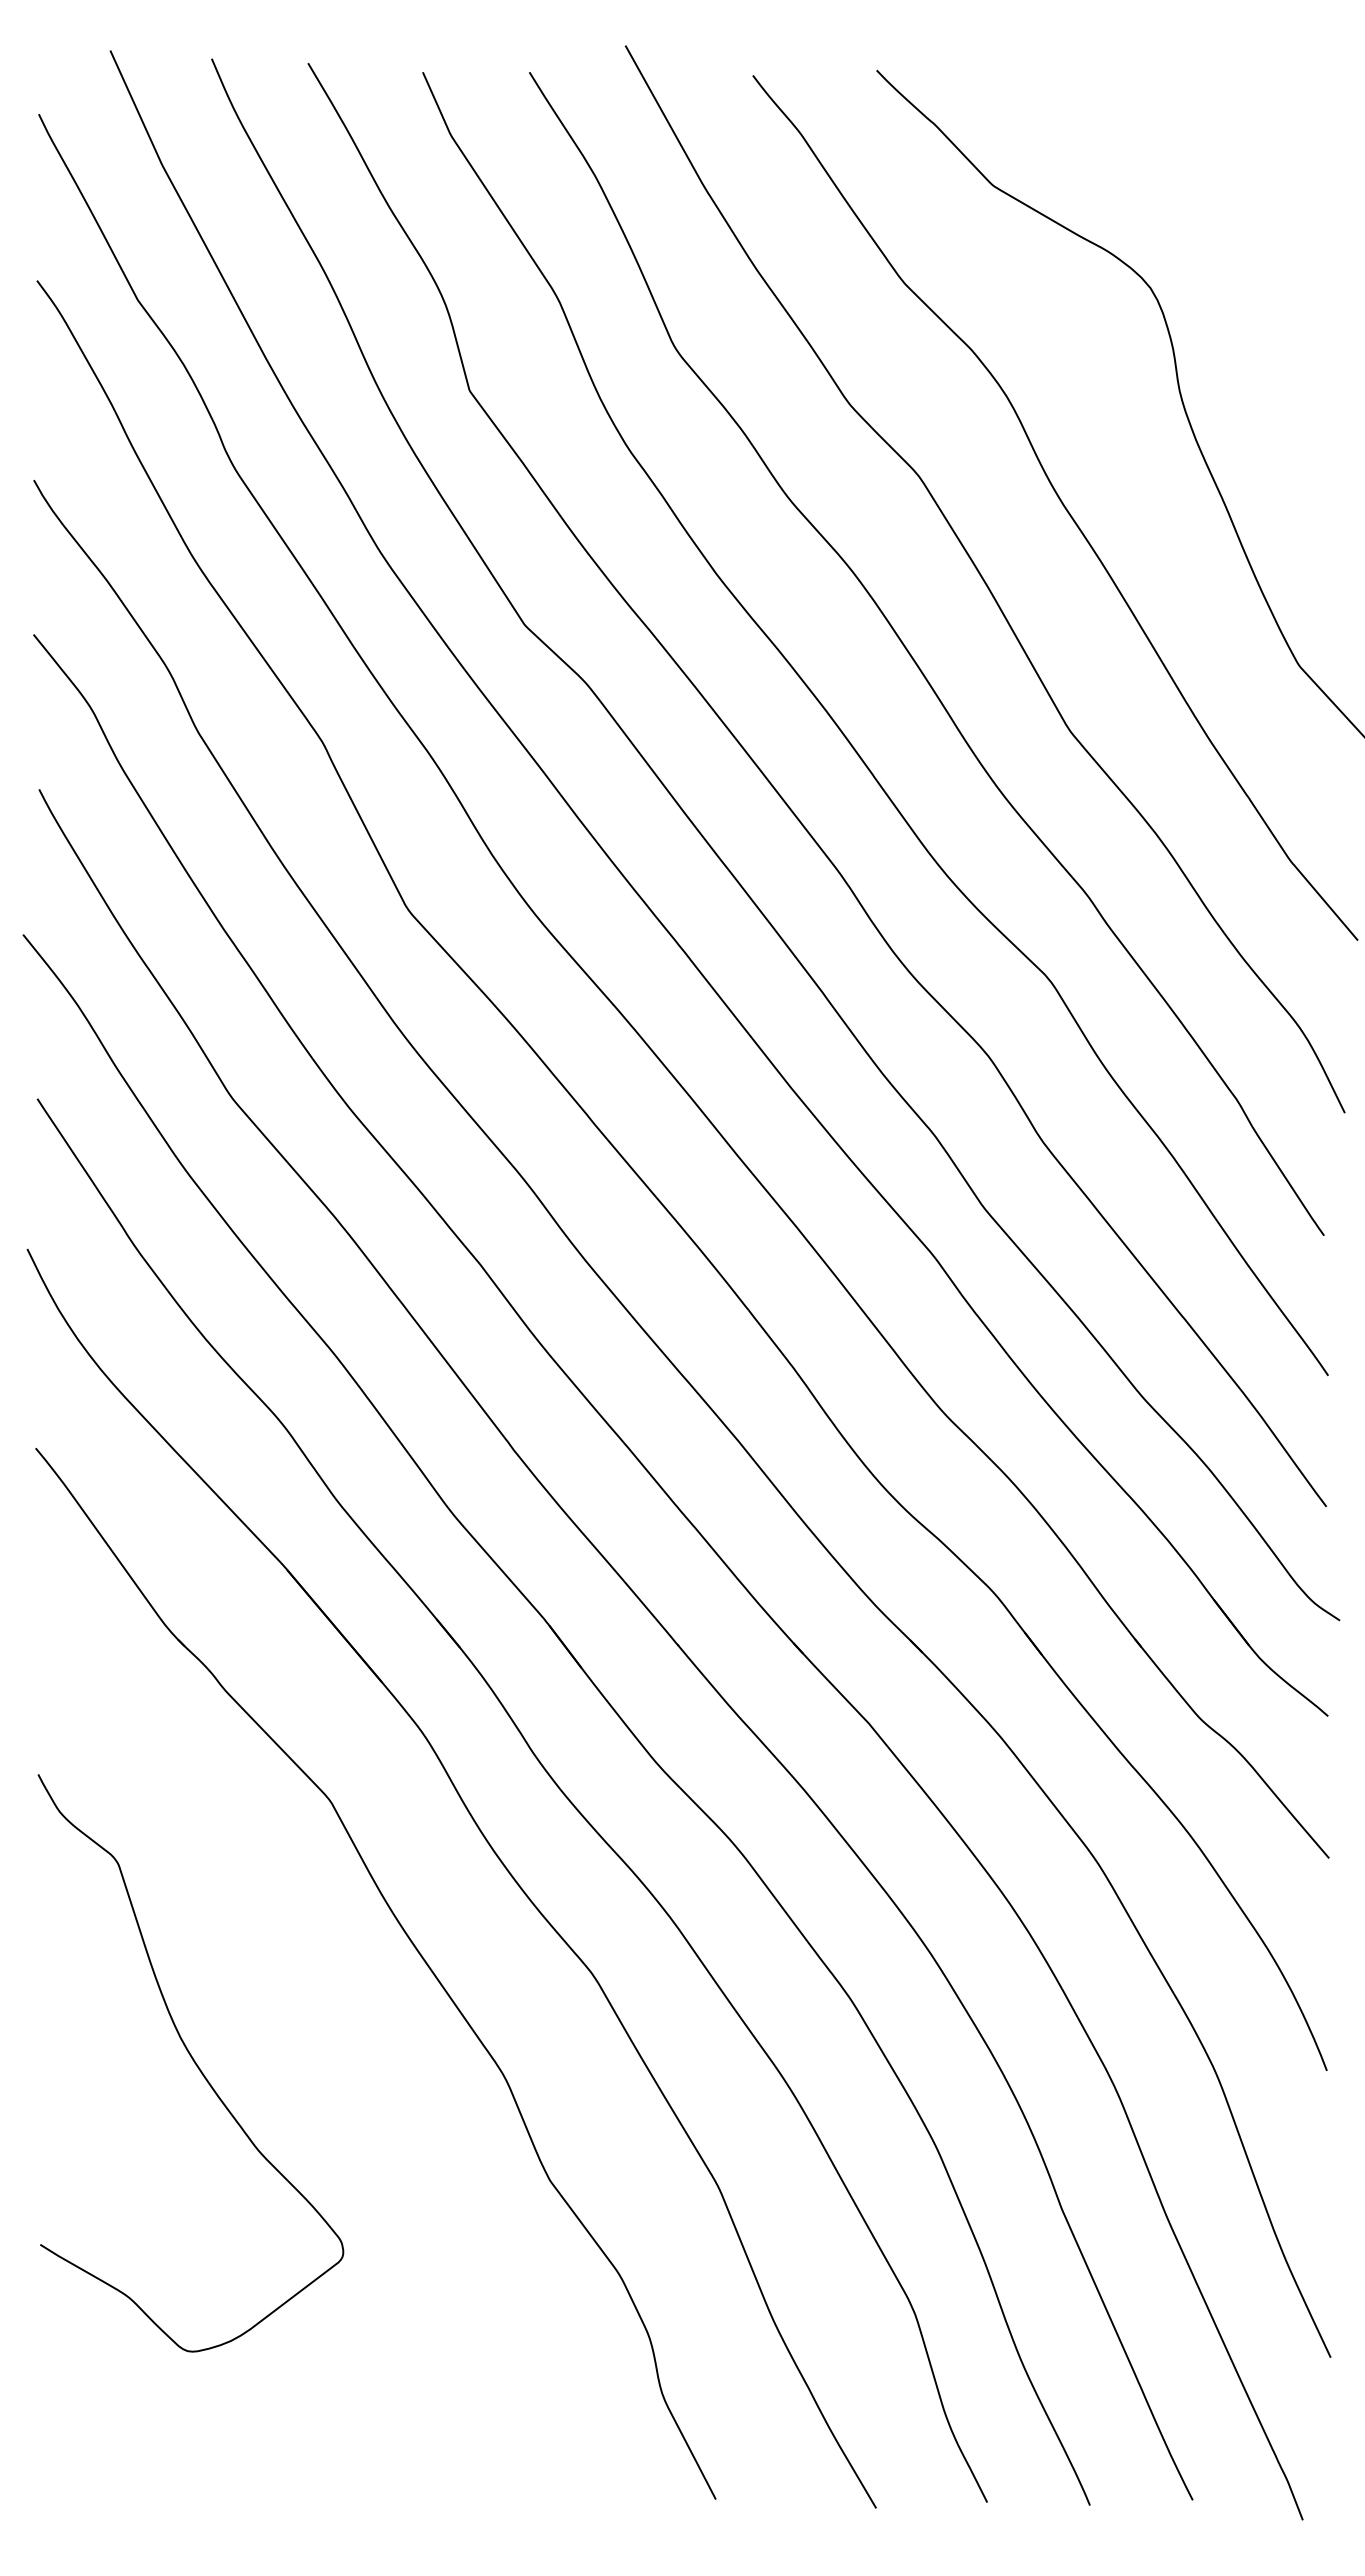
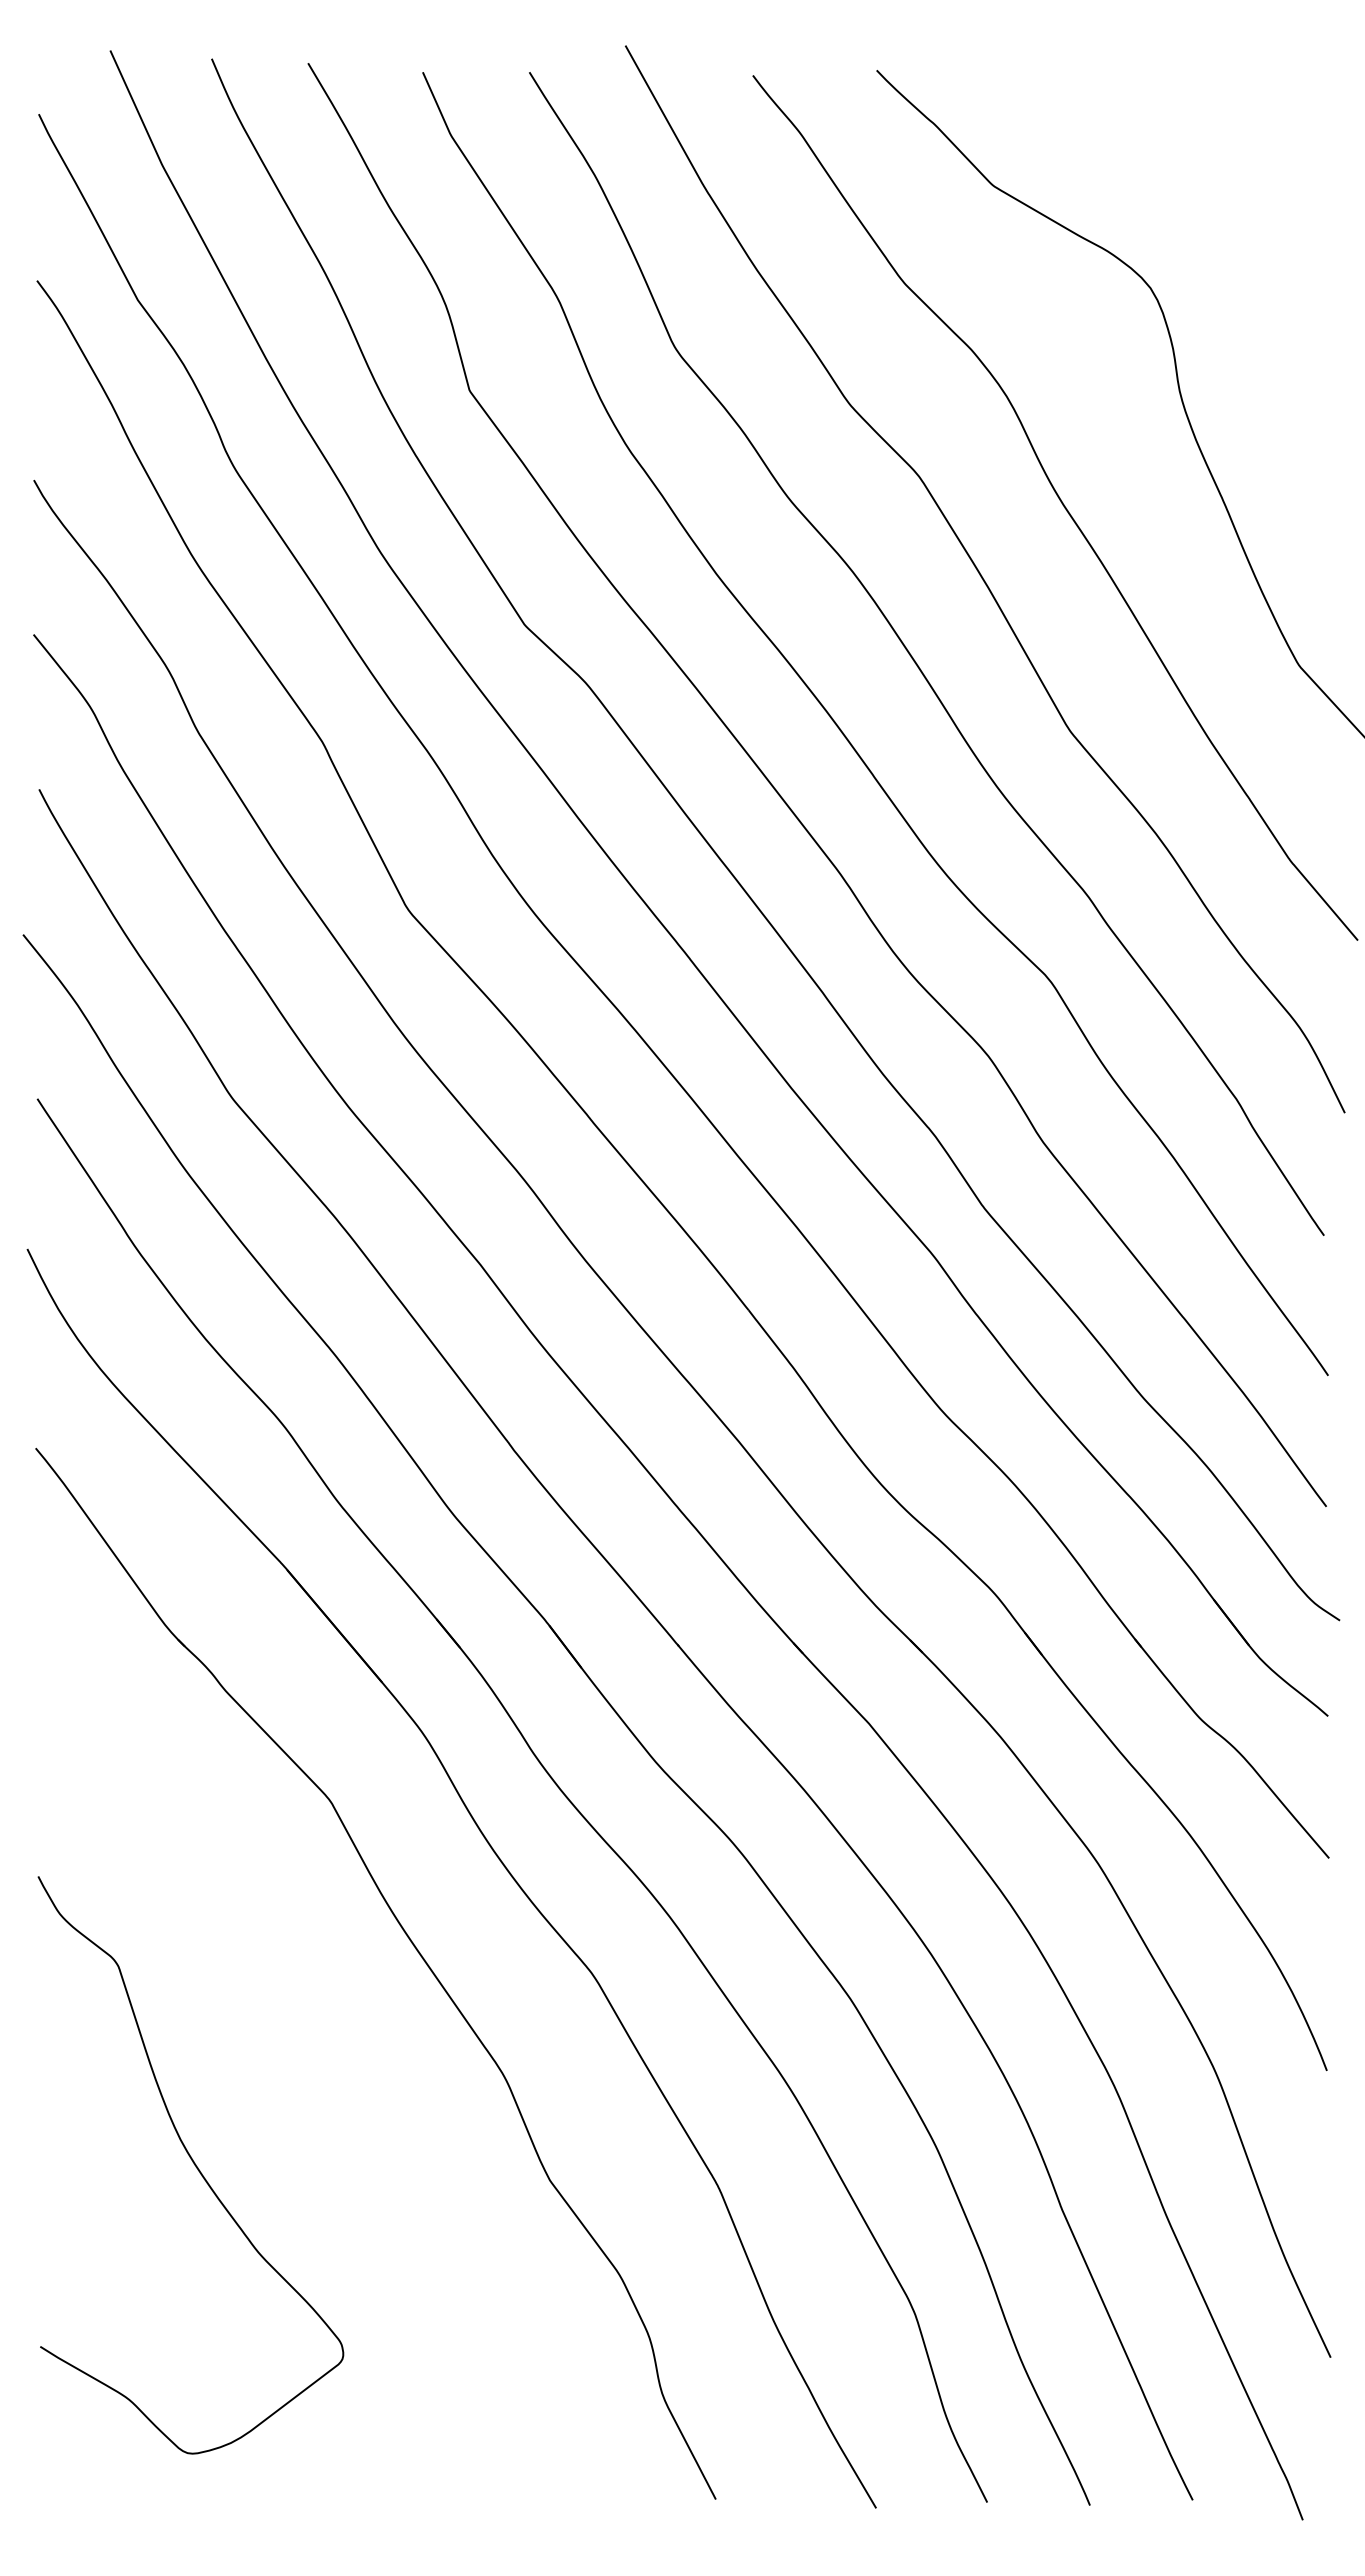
curve at (192, 2060) position: (192, 2060) -> (192, 2162)
